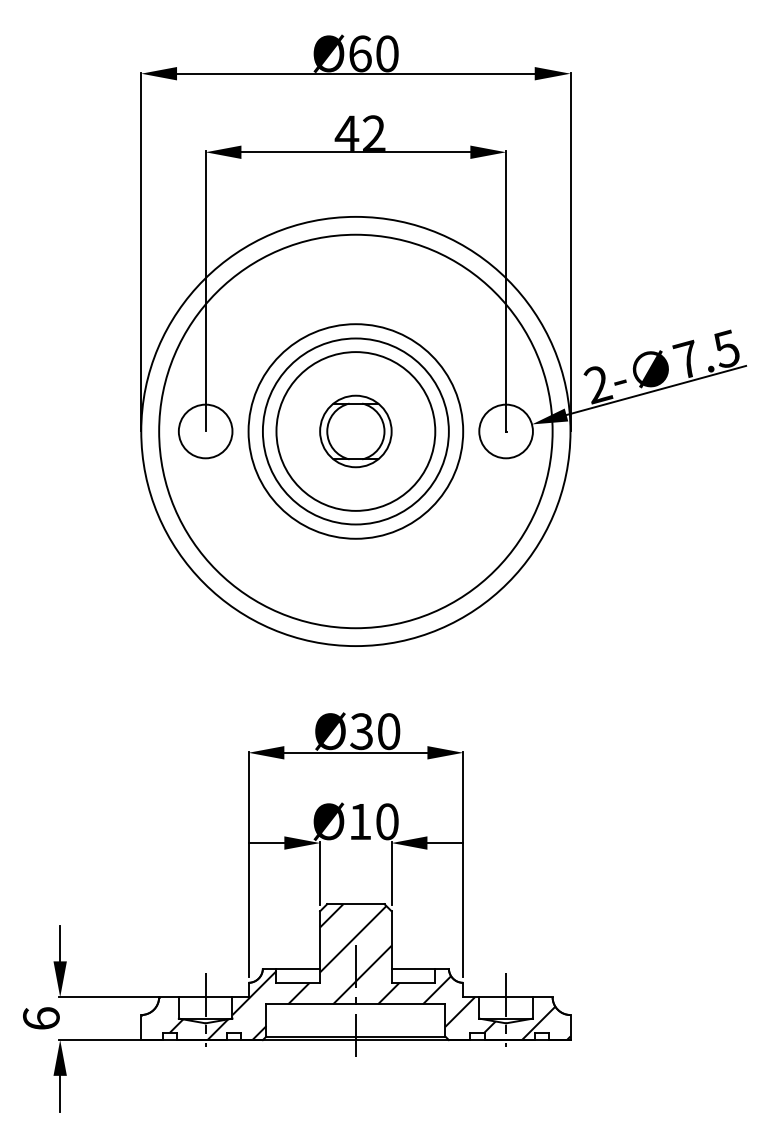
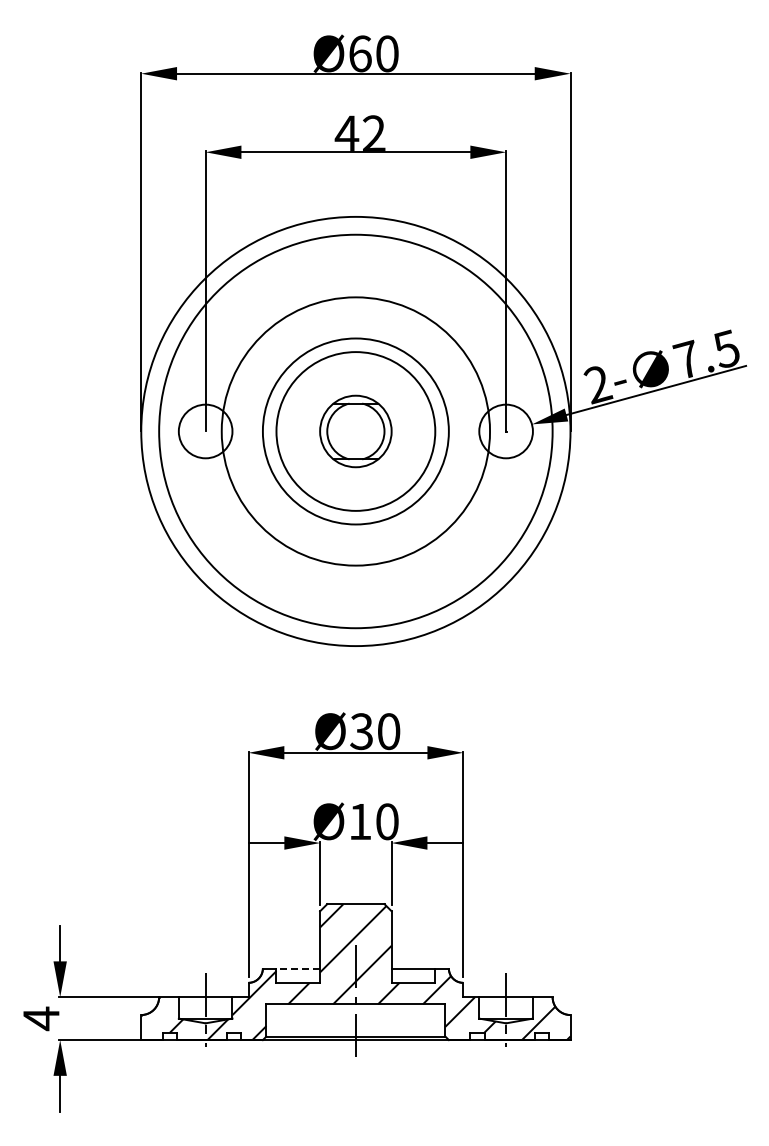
circle at (355, 431) diameter: 215 px -> 268 px
line at (298, 968): solid -> dashed
text at (41, 1018): 6 -> 4
